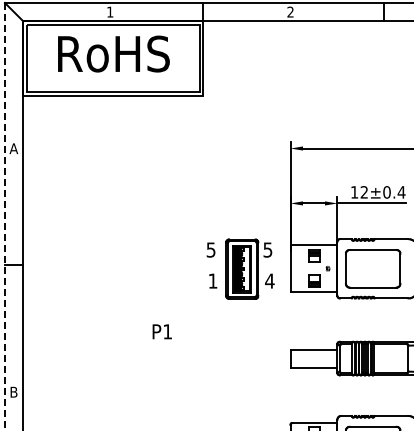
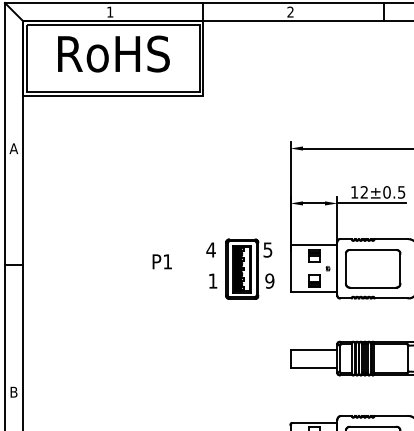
text at (401, 192): 12±0.4 -> 12±0.5
line at (4, 216): dashed -> solid
text at (210, 249): 5 -> 4
text at (269, 280): 4 -> 9
text at (161, 331) position: (161, 331) -> (161, 261)
